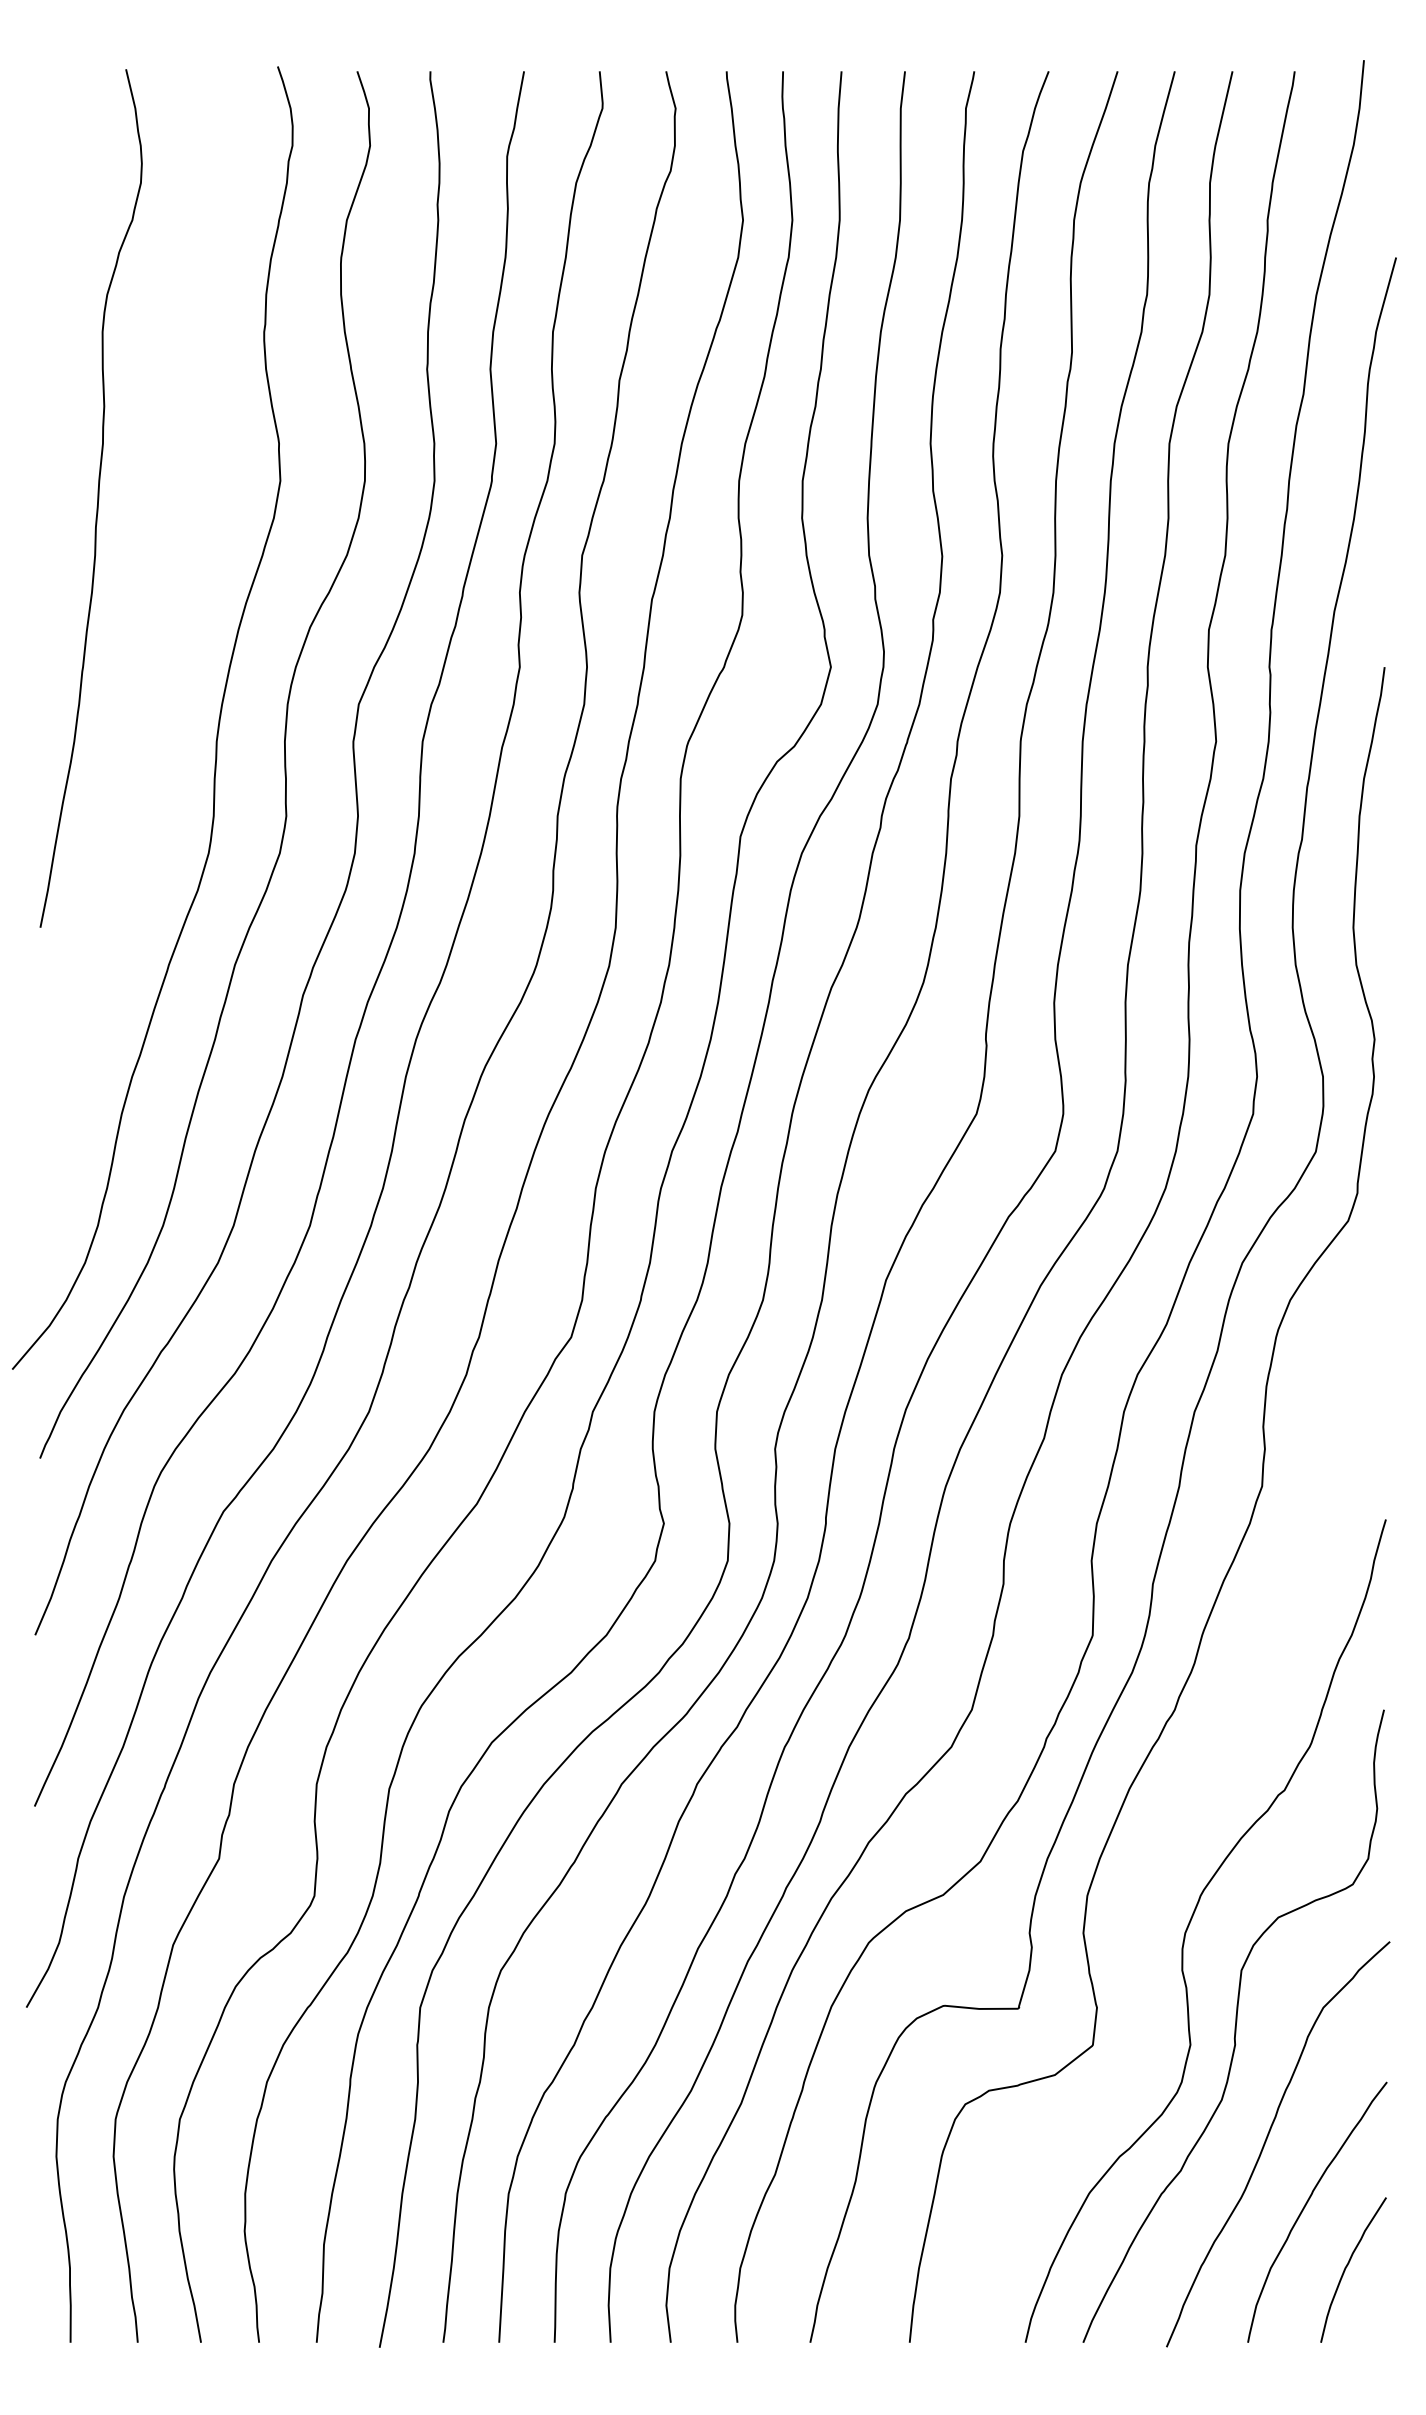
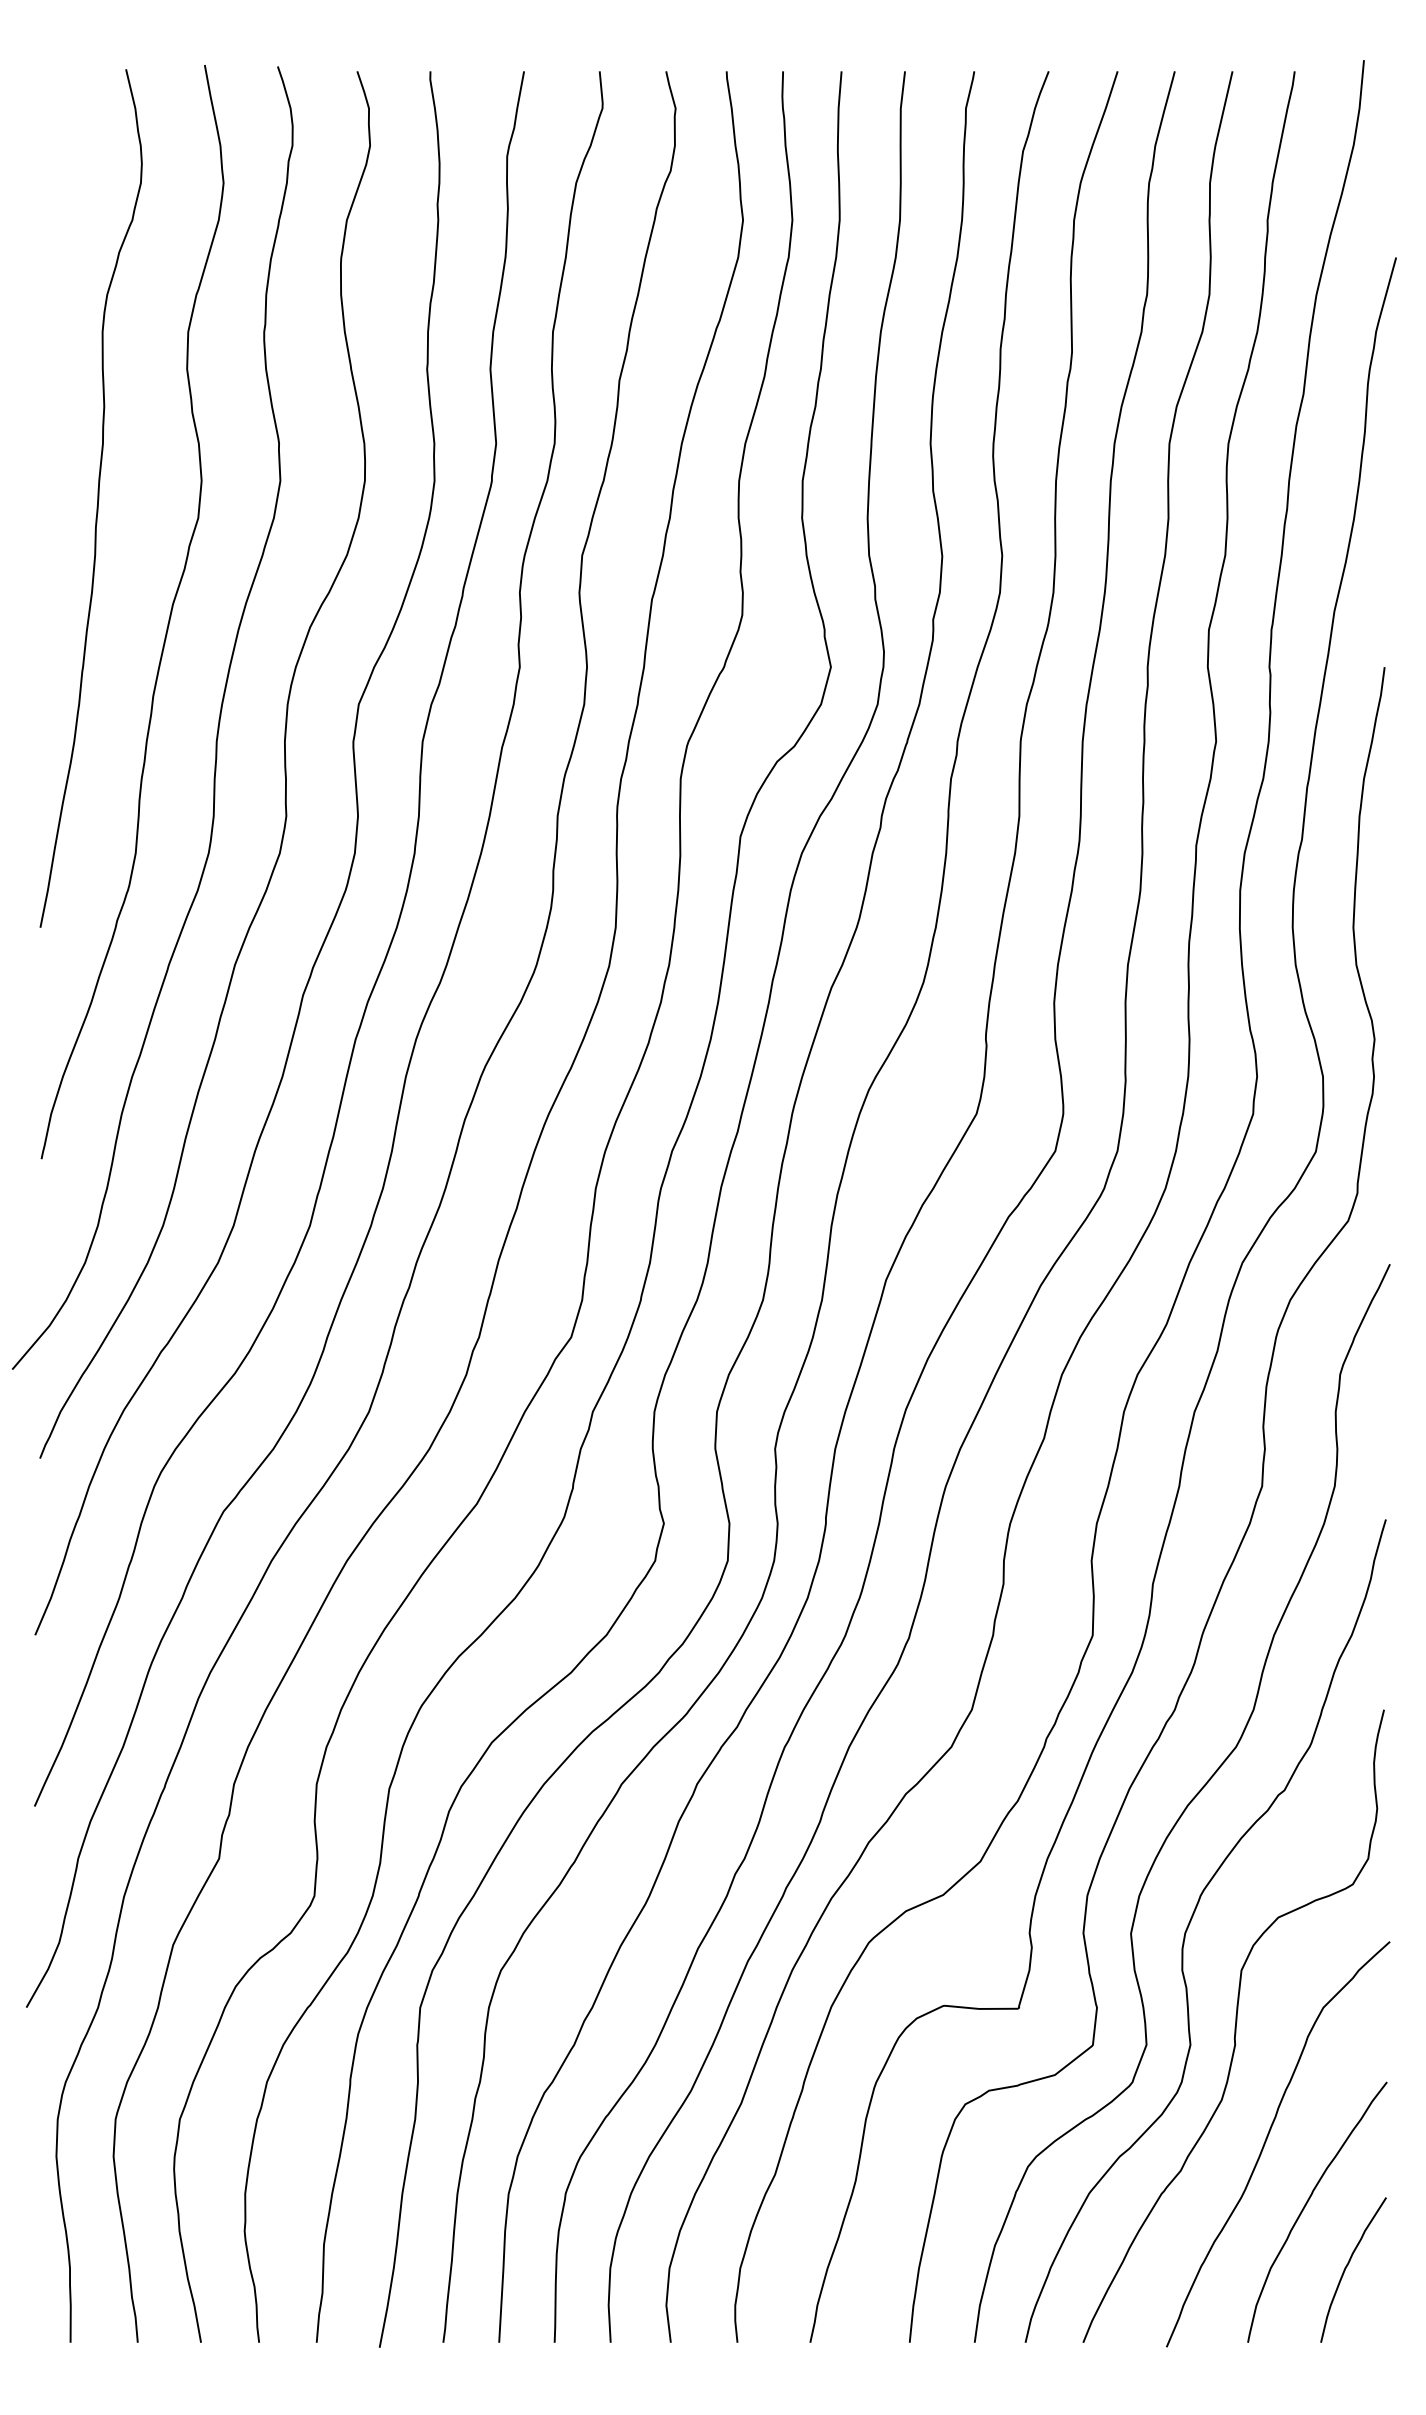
curve at (168, 619): none -> present
curve at (1186, 1805): none -> present
